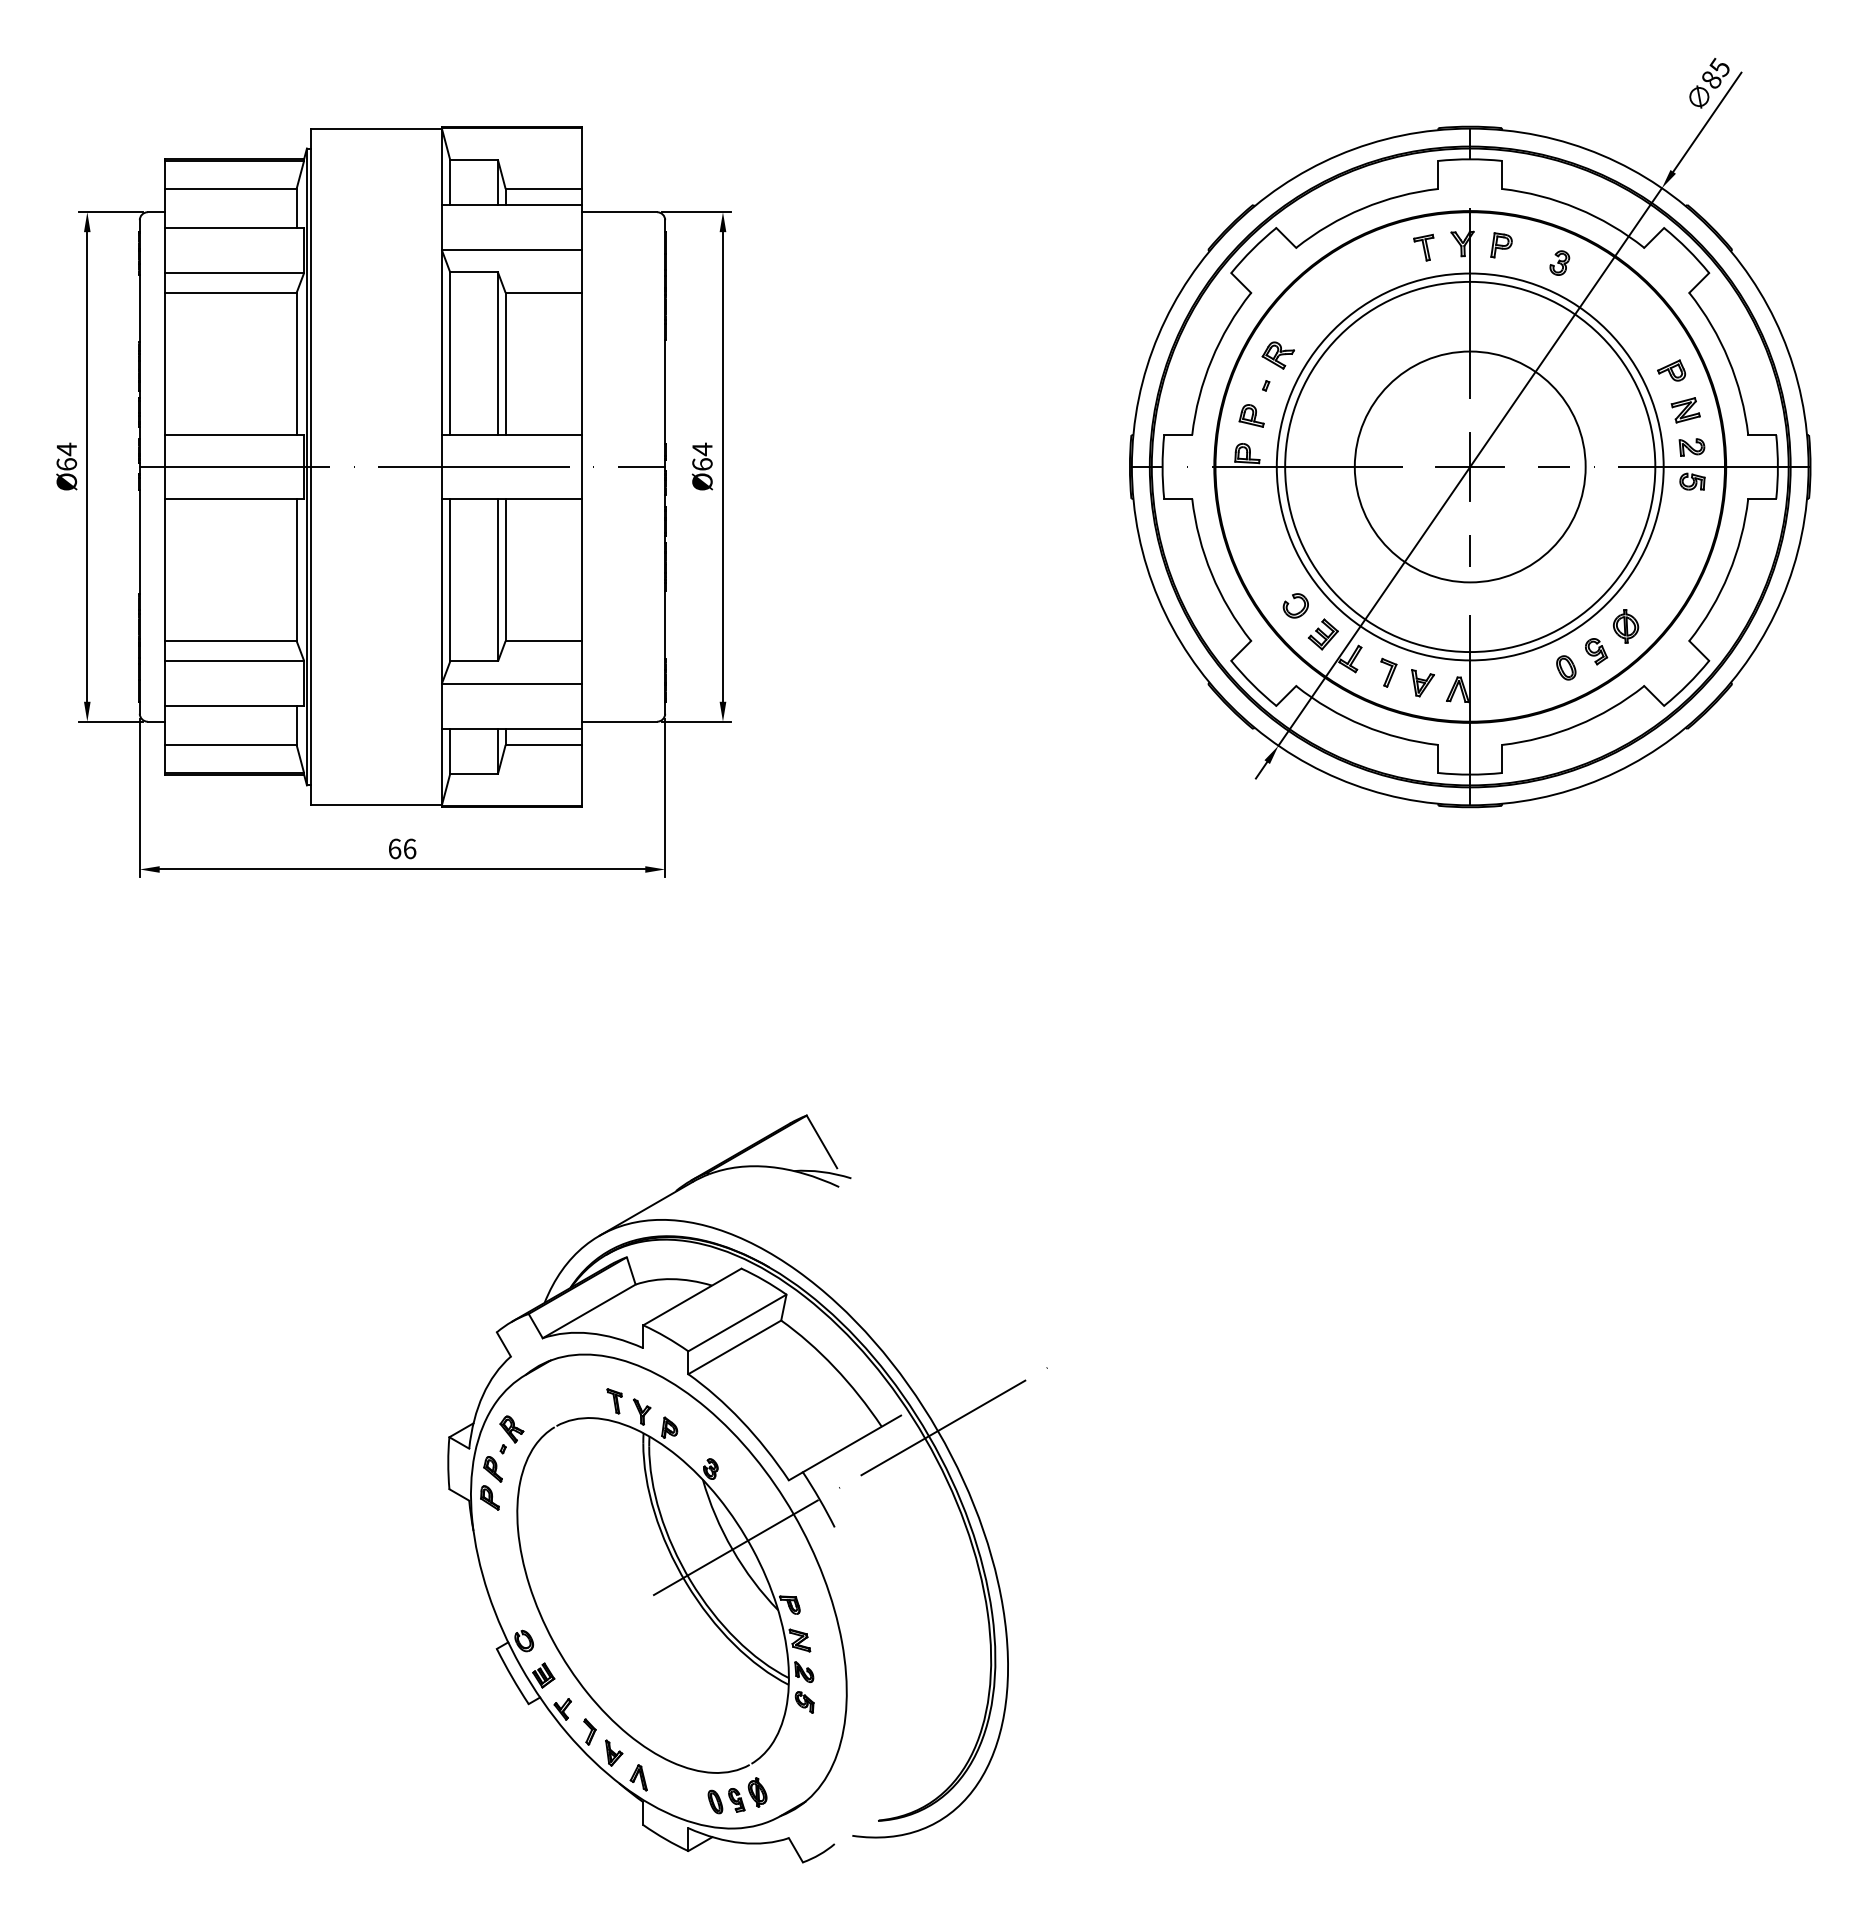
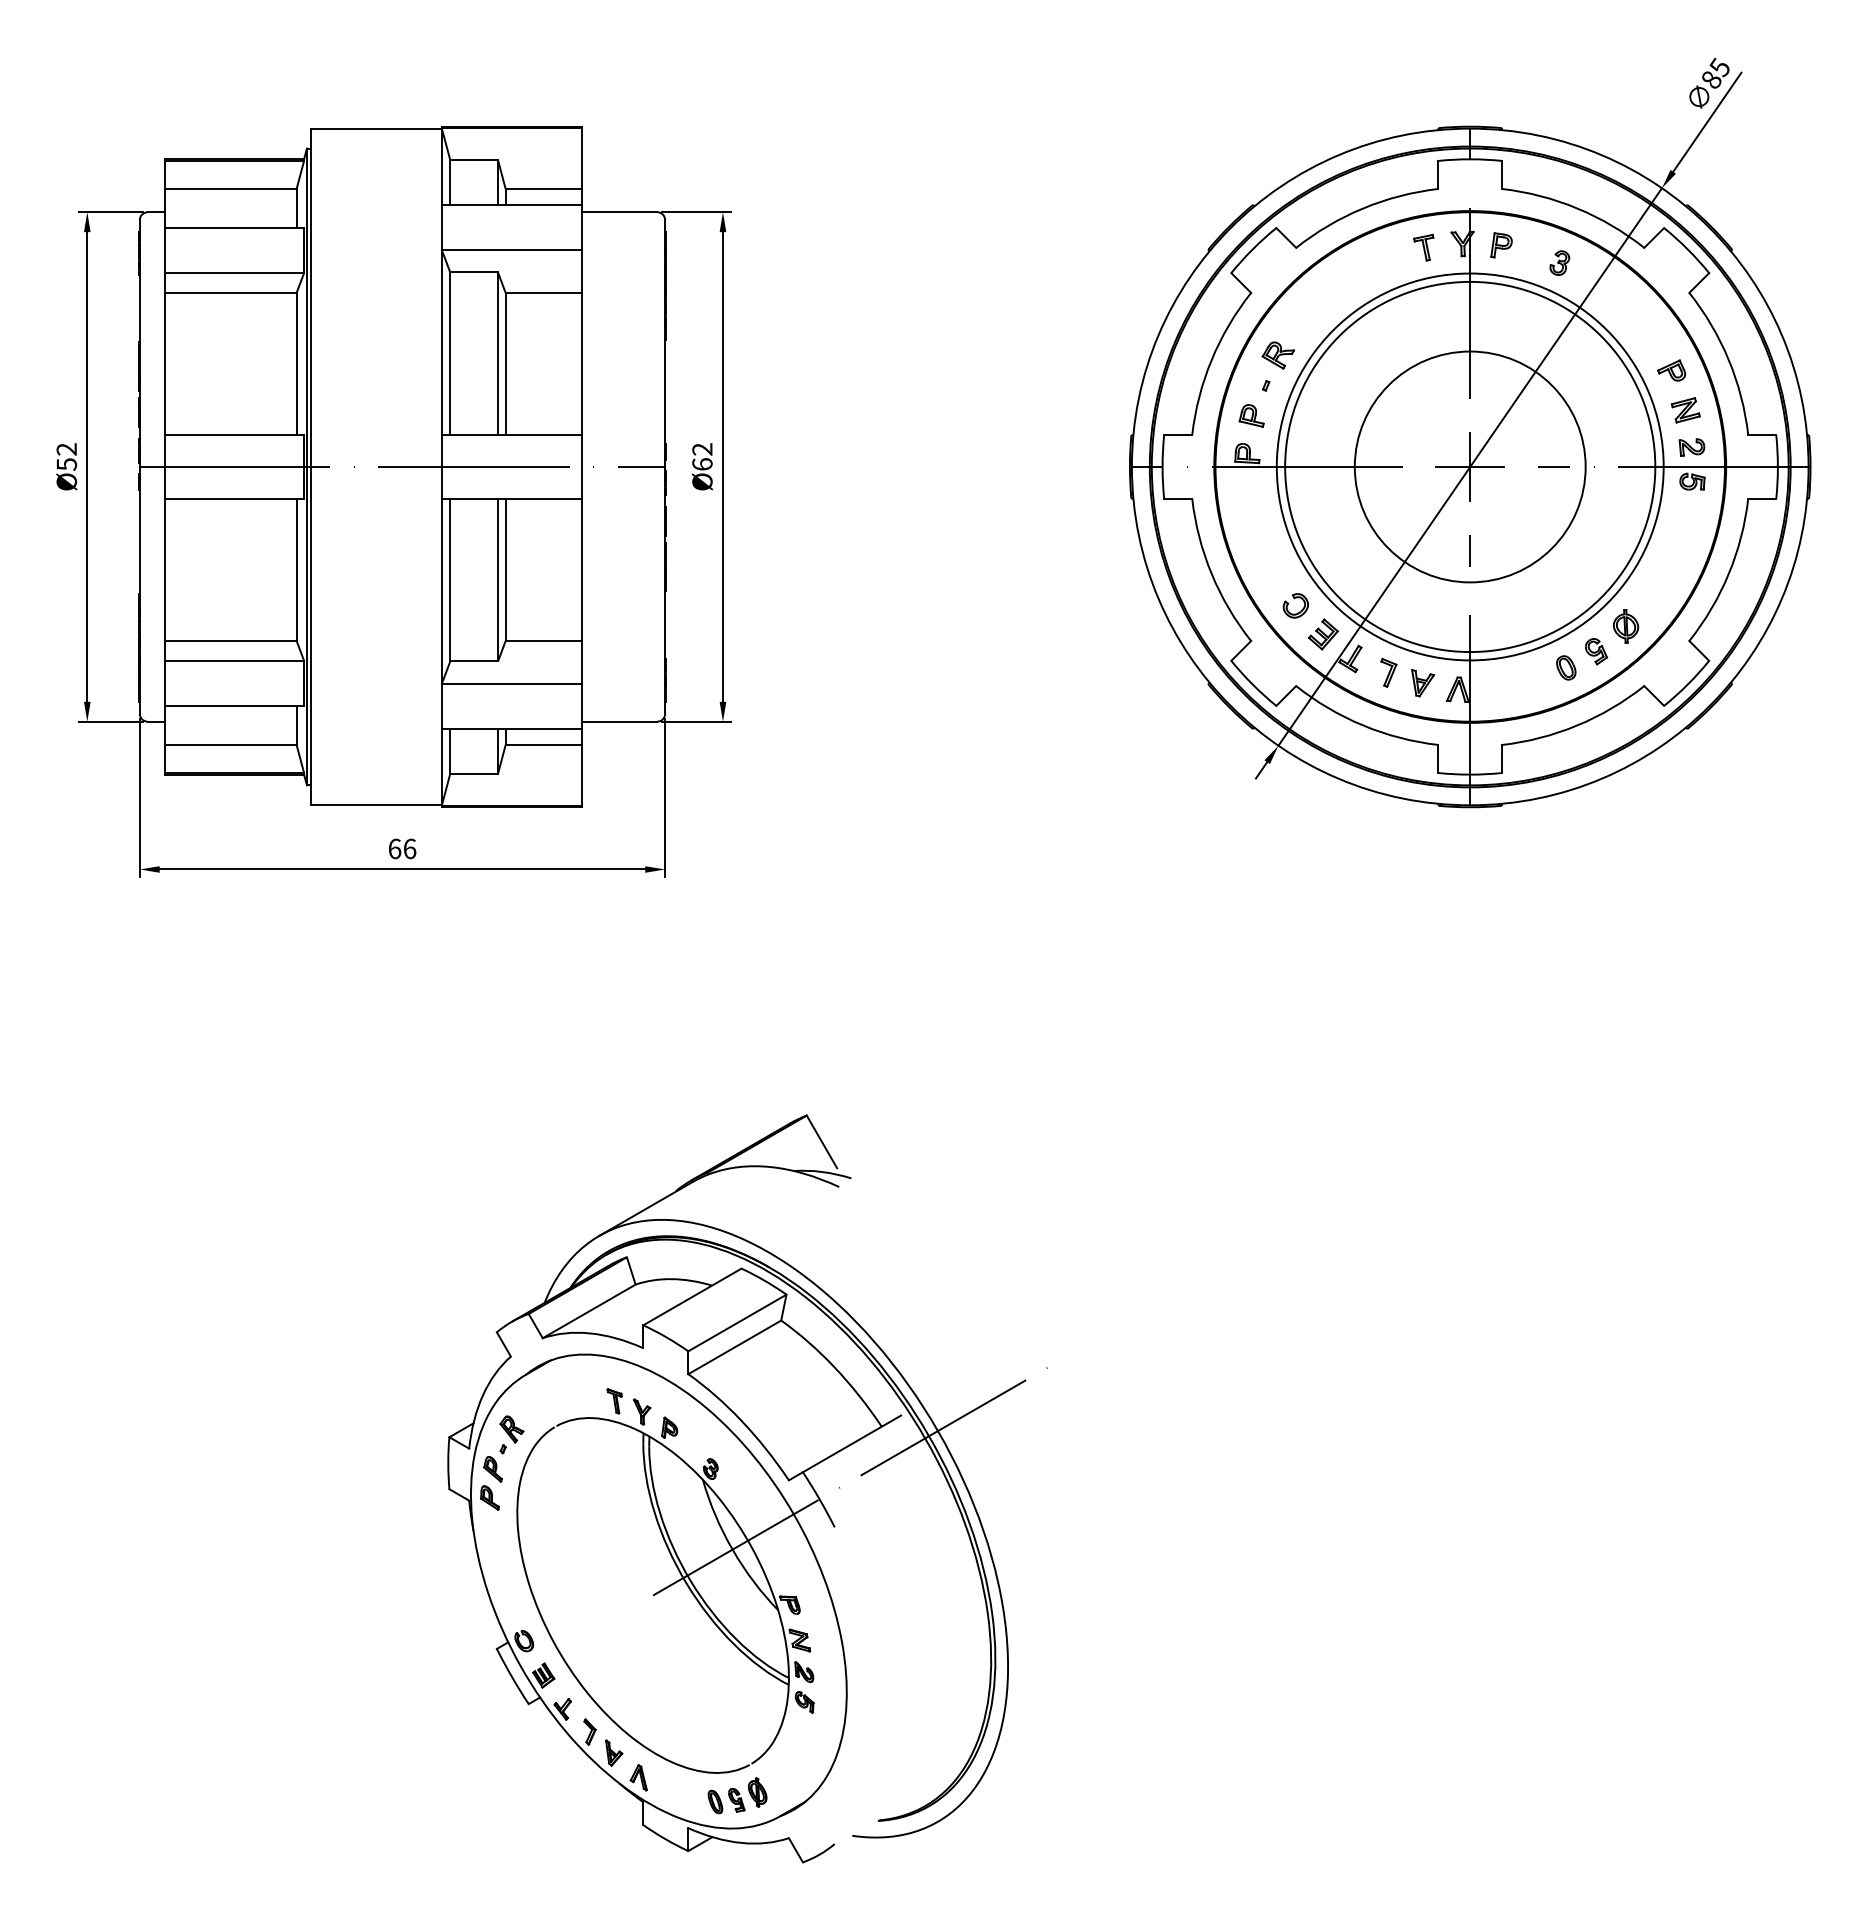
text at (702, 449): Ø64 -> Ø62
text at (66, 456): Ø64 -> Ø52
